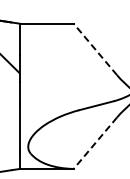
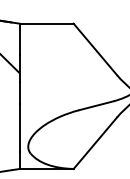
line at (95, 49): dashed -> solid
line at (95, 143): dashed -> solid
